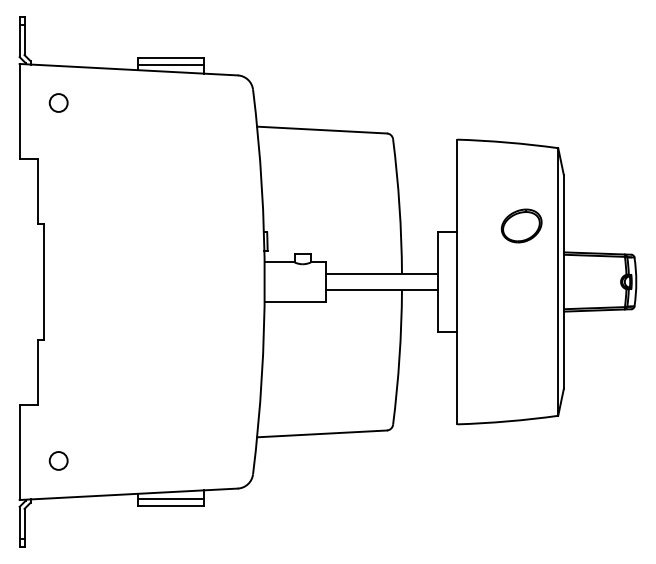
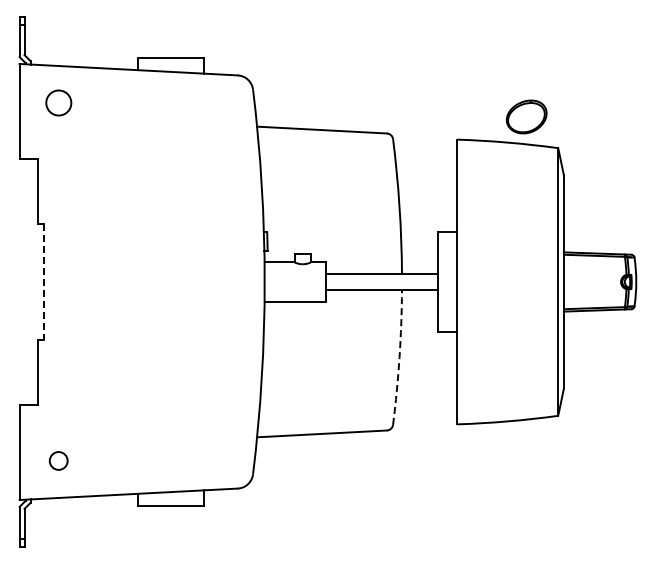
line at (170, 65): present -> none
circle at (58, 102) size: 21x20 px -> 28x28 px
part at (521, 225) position: (521, 225) -> (526, 116)
line at (44, 281): solid -> dashed
arc at (399, 357): solid -> dashed
line at (170, 498): present -> none
